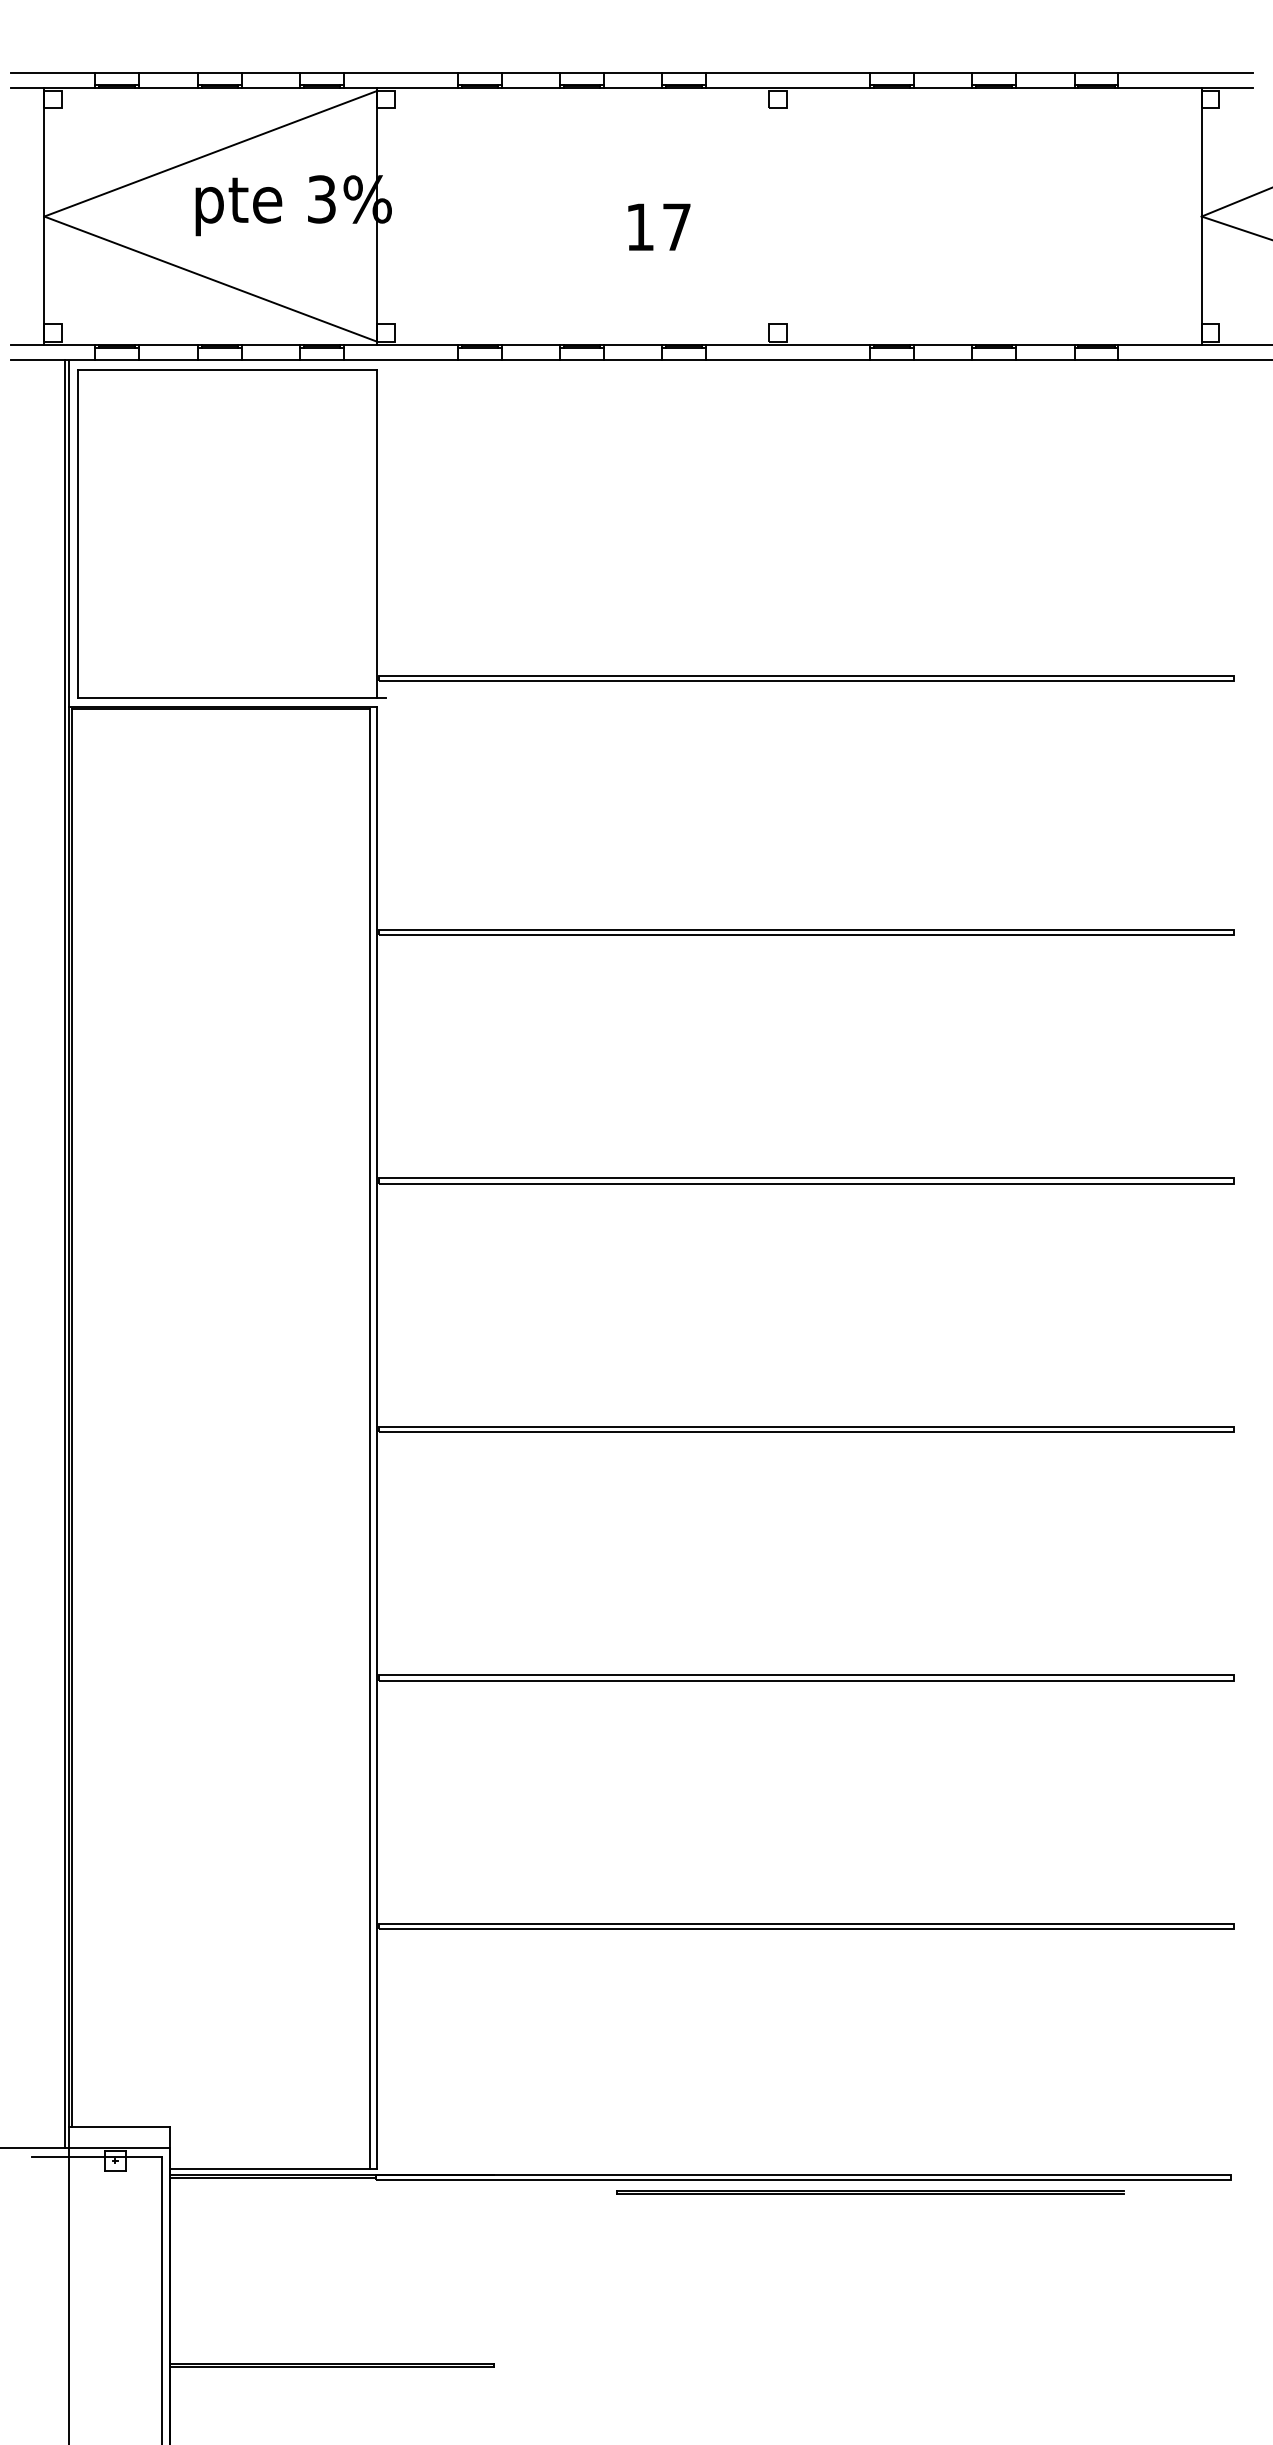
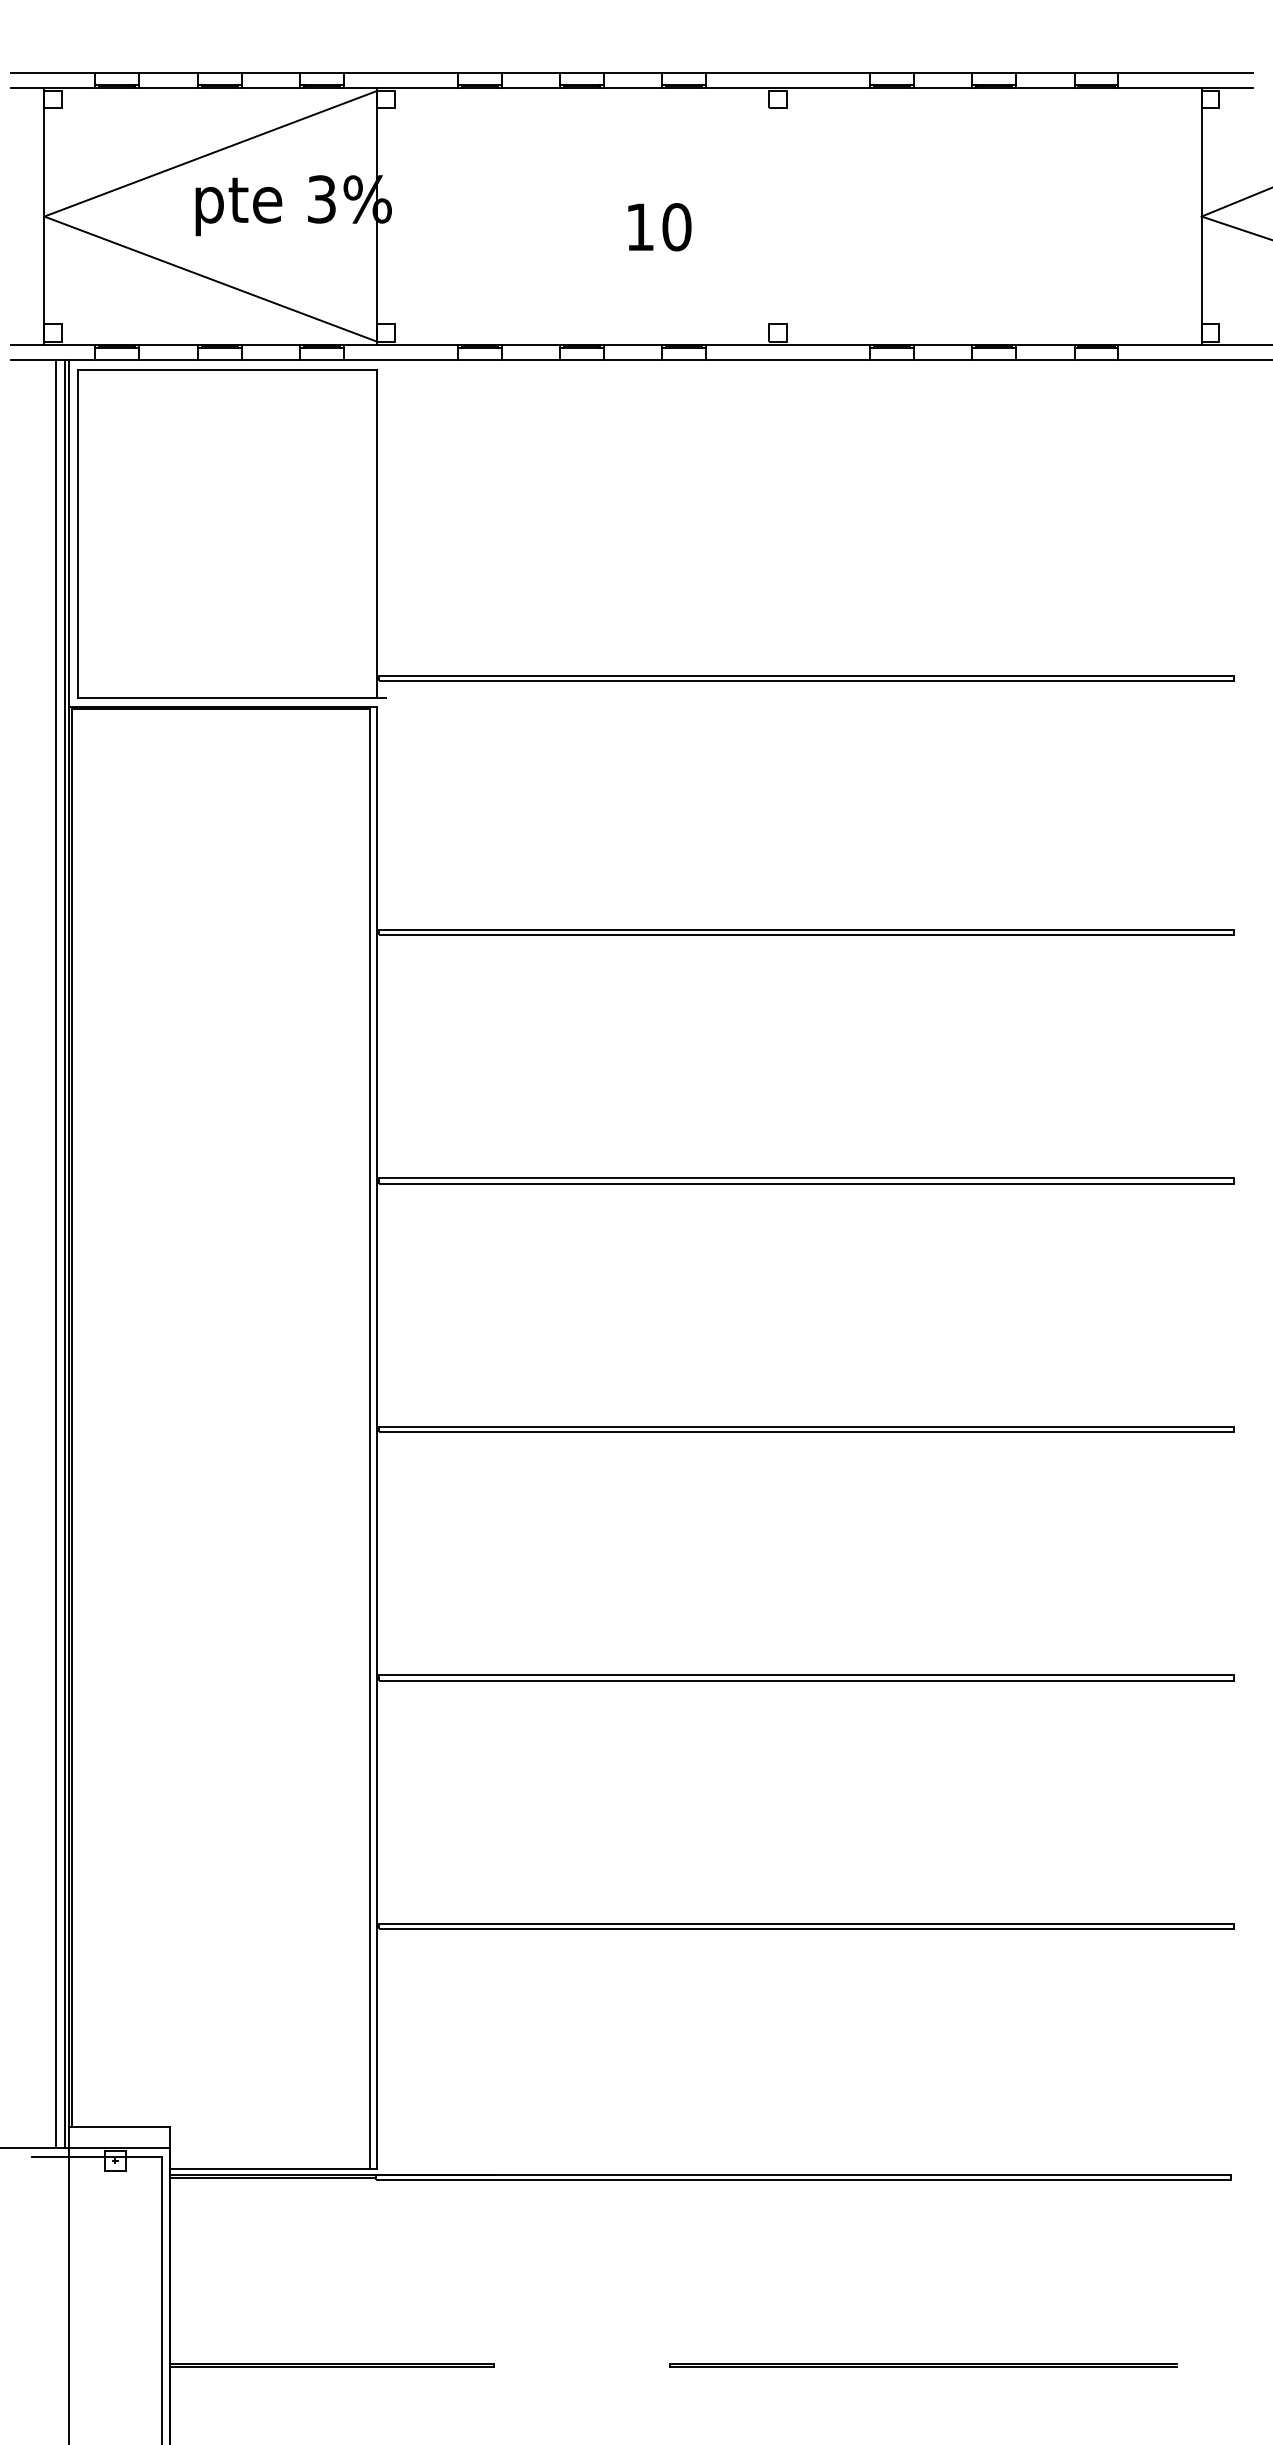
text at (676, 227): 17 -> 10
line at (55, 1253): none -> present
line at (870, 2191) position: (870, 2191) -> (923, 2364)
